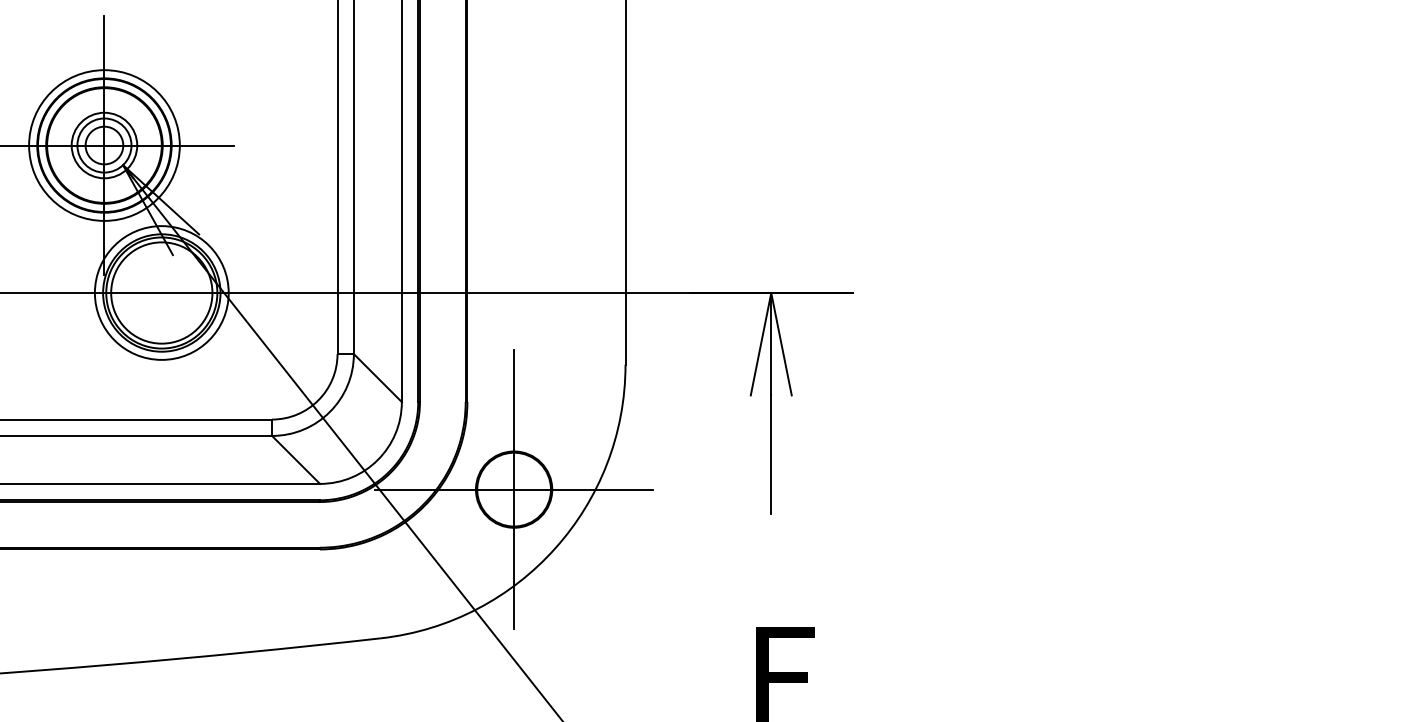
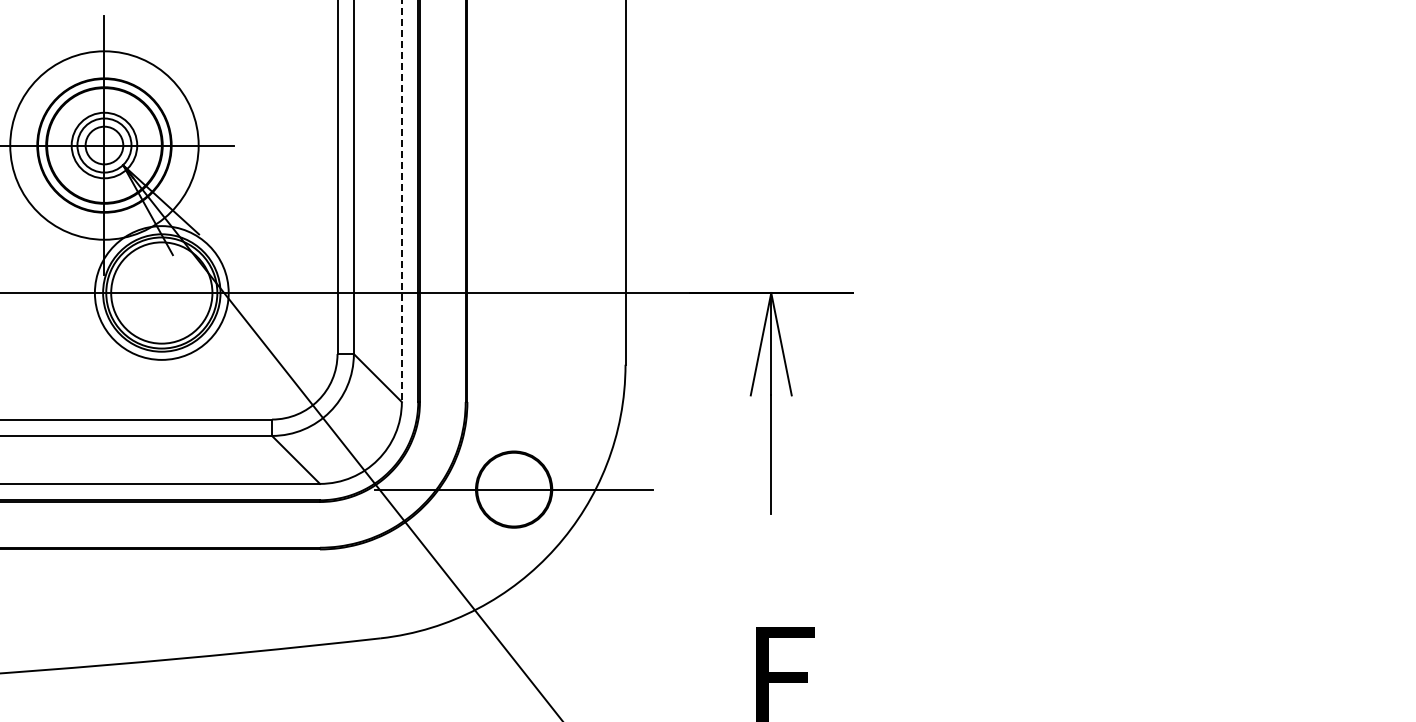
circle at (104, 145) diameter: 151 px -> 188 px
line at (401, 201): solid -> dashed
line at (514, 489): present -> none
